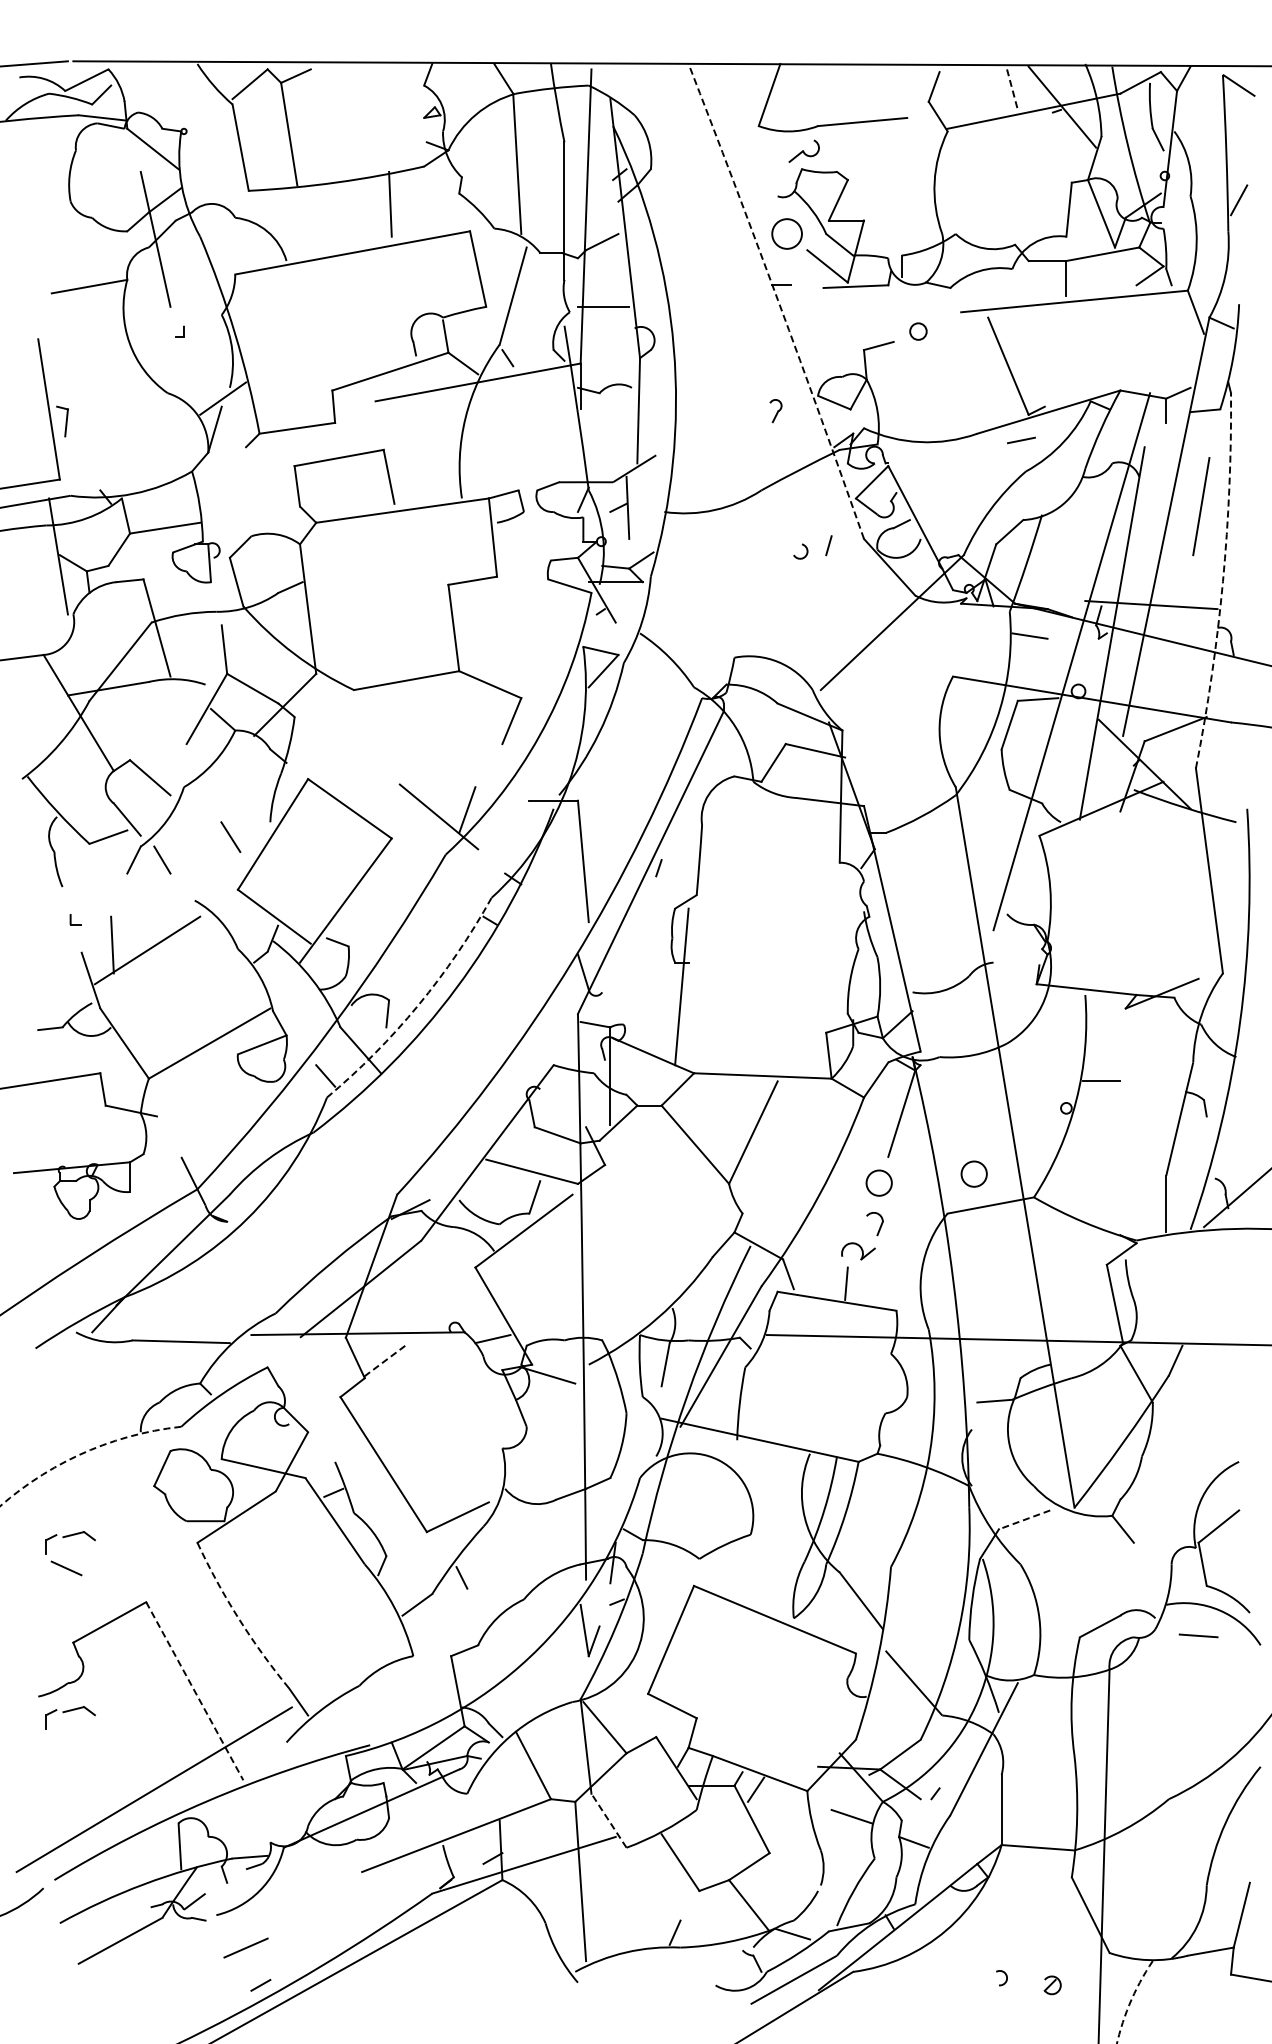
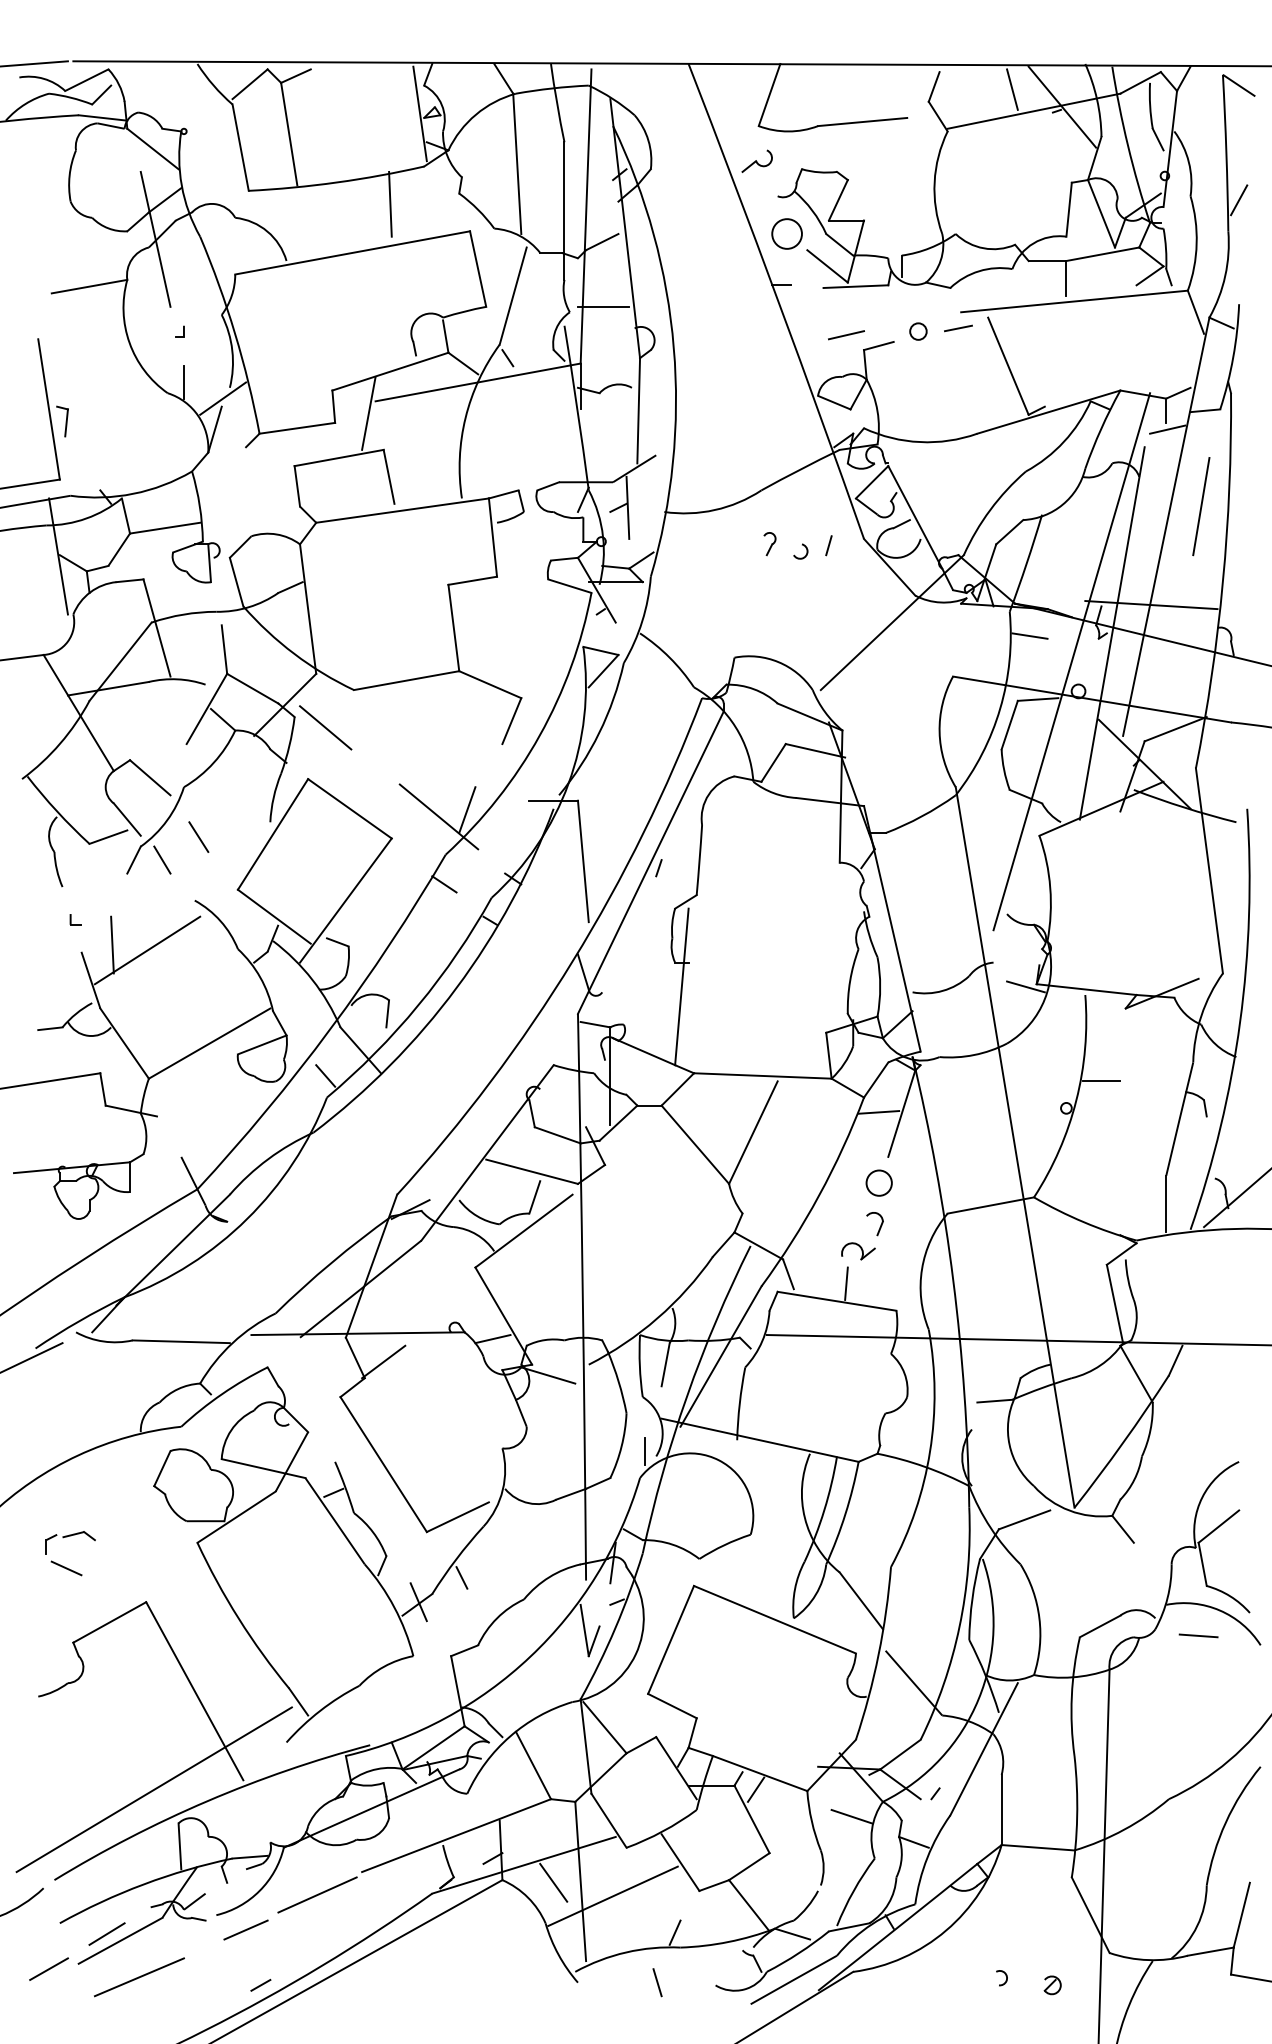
line at (1012, 89): dashed -> solid
line at (419, 113): none -> present
part at (803, 150) position: (803, 150) -> (756, 160)
arc at (778, 300): dashed -> solid
line at (846, 335): none -> present
line at (183, 382): none -> present
part at (775, 411) position: (775, 411) -> (769, 544)
line at (368, 413): none -> present
line at (1167, 429): none -> present
line at (1021, 440) position: (1021, 440) -> (958, 328)
arc at (1222, 581): dashed -> solid
line at (325, 727): none -> present
line at (230, 836) position: (230, 836) -> (198, 836)
line at (444, 884): none -> present
line at (1025, 986): none -> present
arc at (418, 1005): dashed -> solid
line at (878, 1112): none -> present
circle at (973, 1173): present -> none
line at (32, 1357): none -> present
line at (383, 1362): dashed -> solid
line at (645, 1450): none -> present
arc at (84, 1452): dashed -> solid
line at (1024, 1520): dashed -> solid
line at (418, 1602): none -> present
arc at (238, 1618): dashed -> solid
line at (195, 1691): dashed -> solid
part at (70, 1717): present -> none
line at (608, 1820): dashed -> solid
line at (553, 1882): none -> present
line at (317, 1894): none -> present
line at (612, 1896): none -> present
line at (106, 1933): none -> present
line at (245, 1947) position: (245, 1947) -> (245, 1929)
line at (48, 1968): none -> present
line at (138, 1977): none -> present
line at (657, 1982): none -> present
arc at (1130, 2001): dashed -> solid
